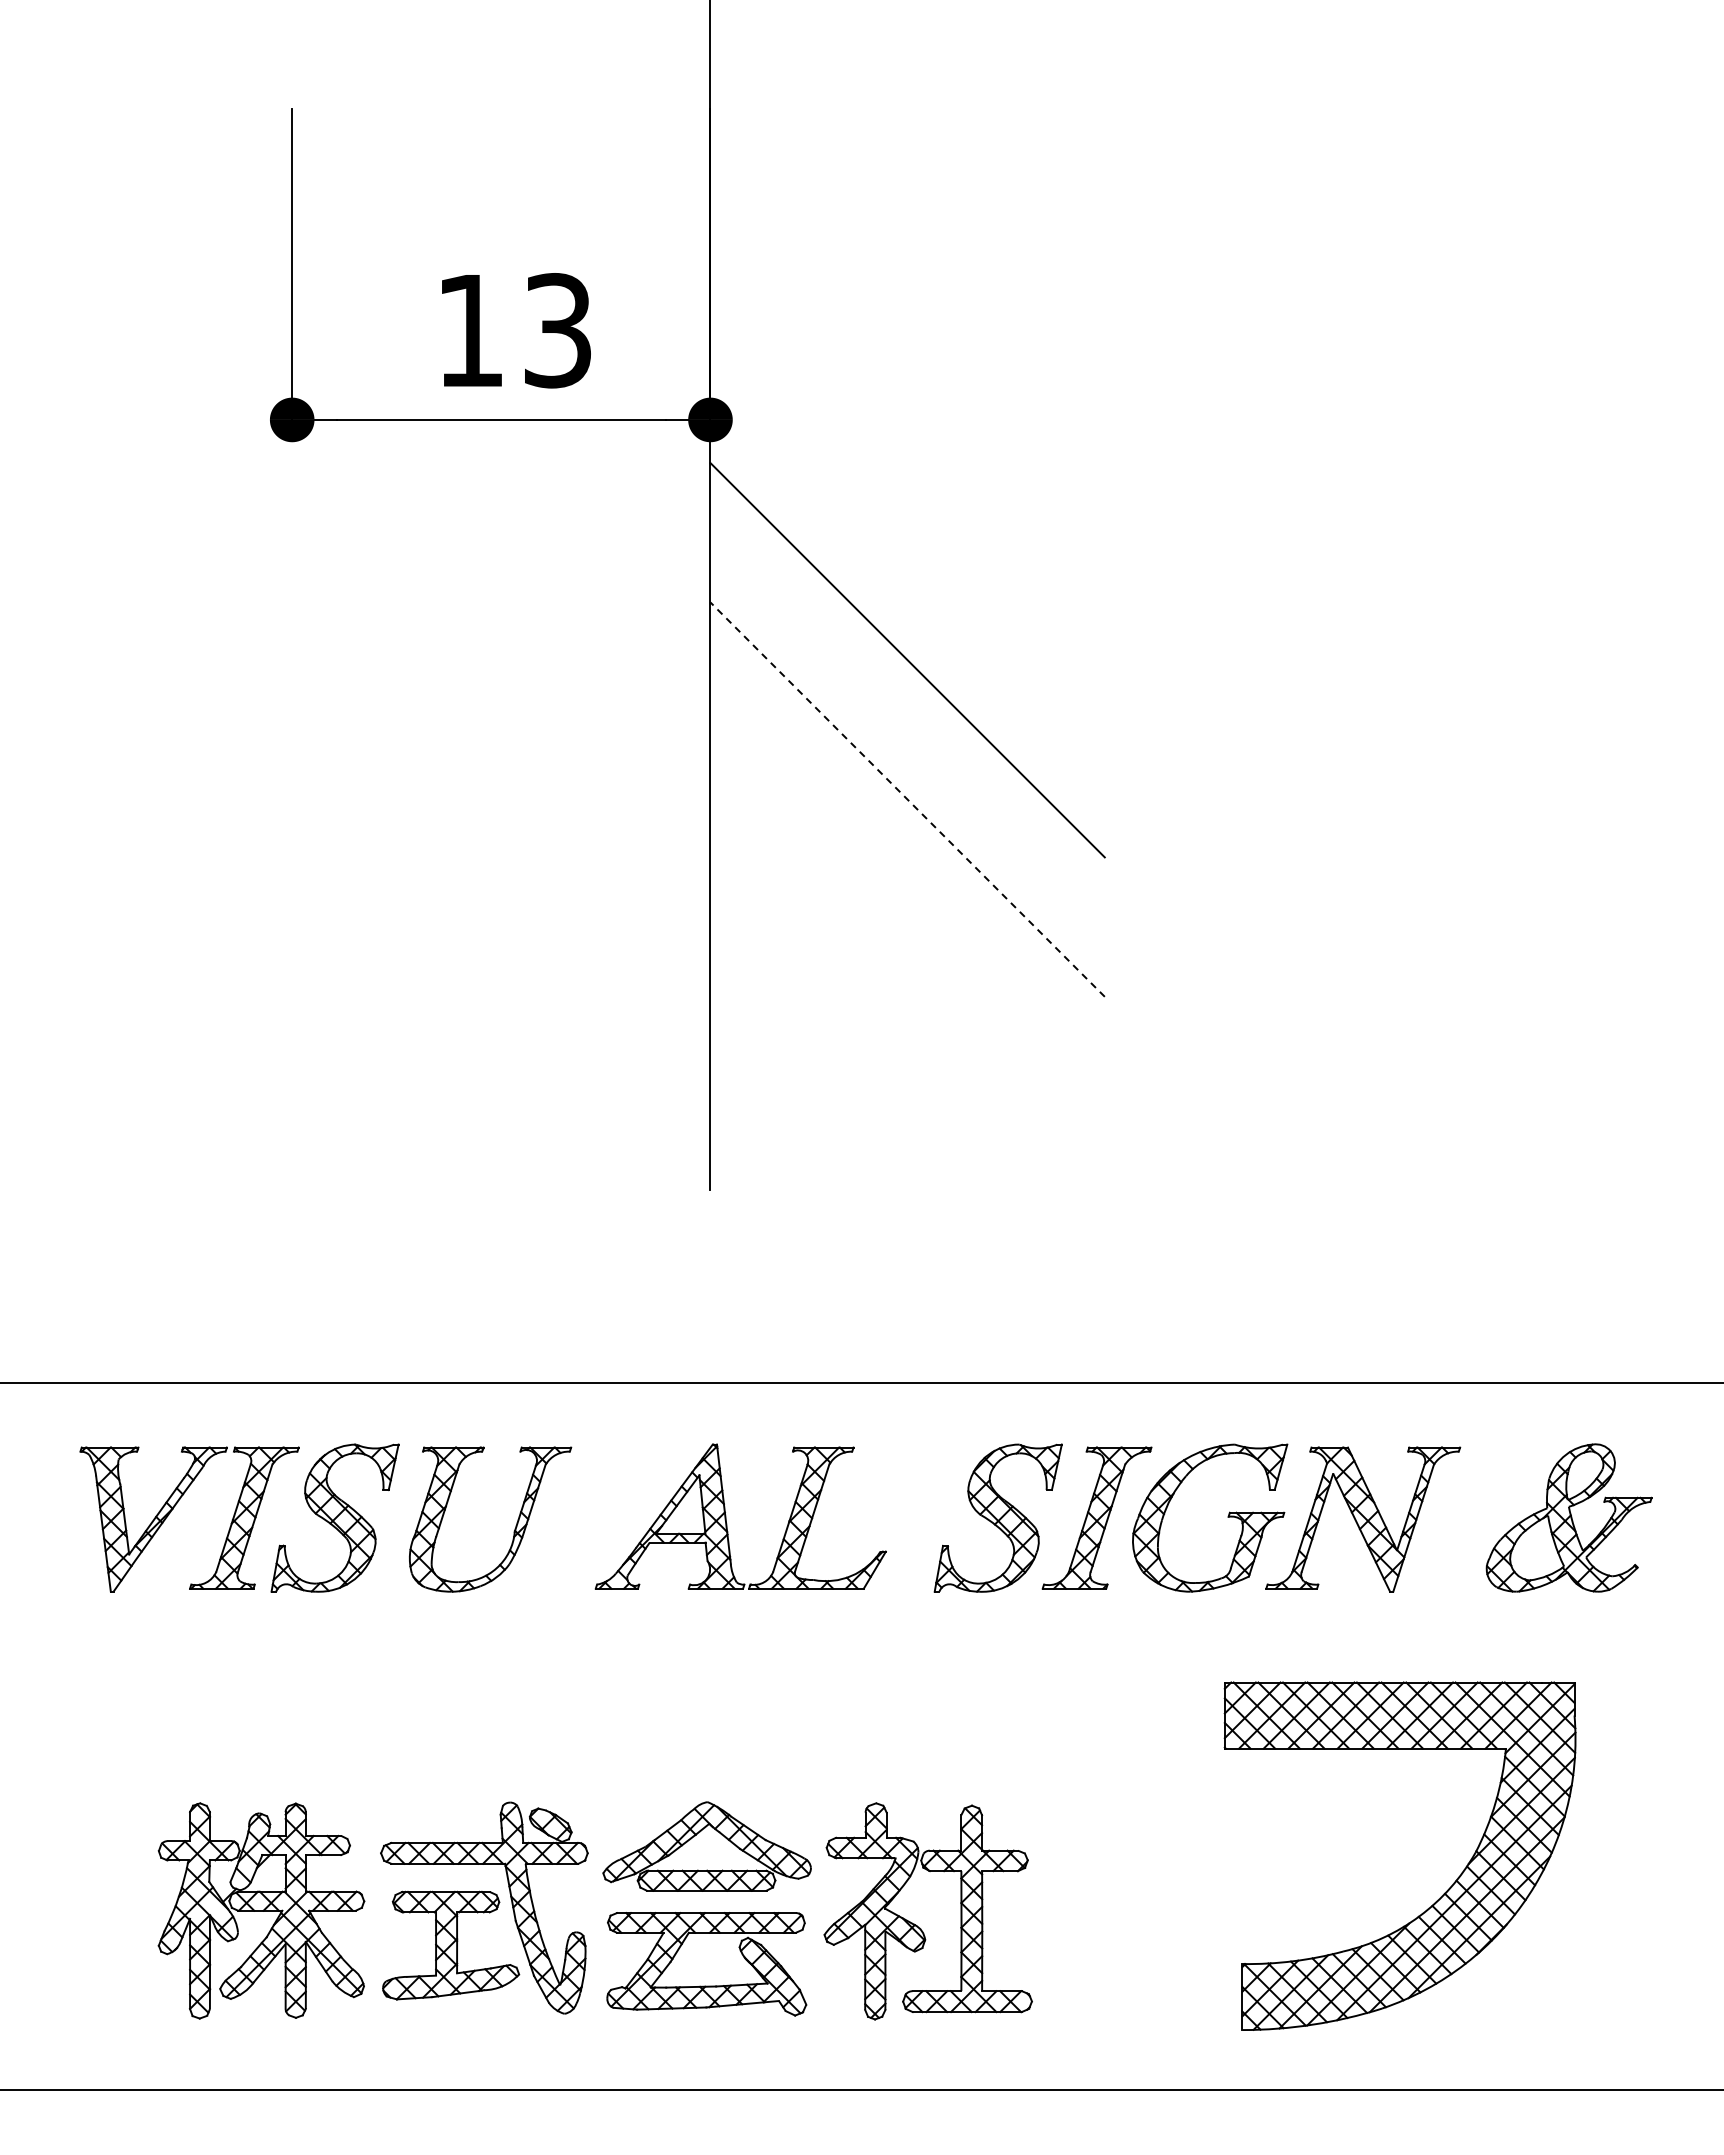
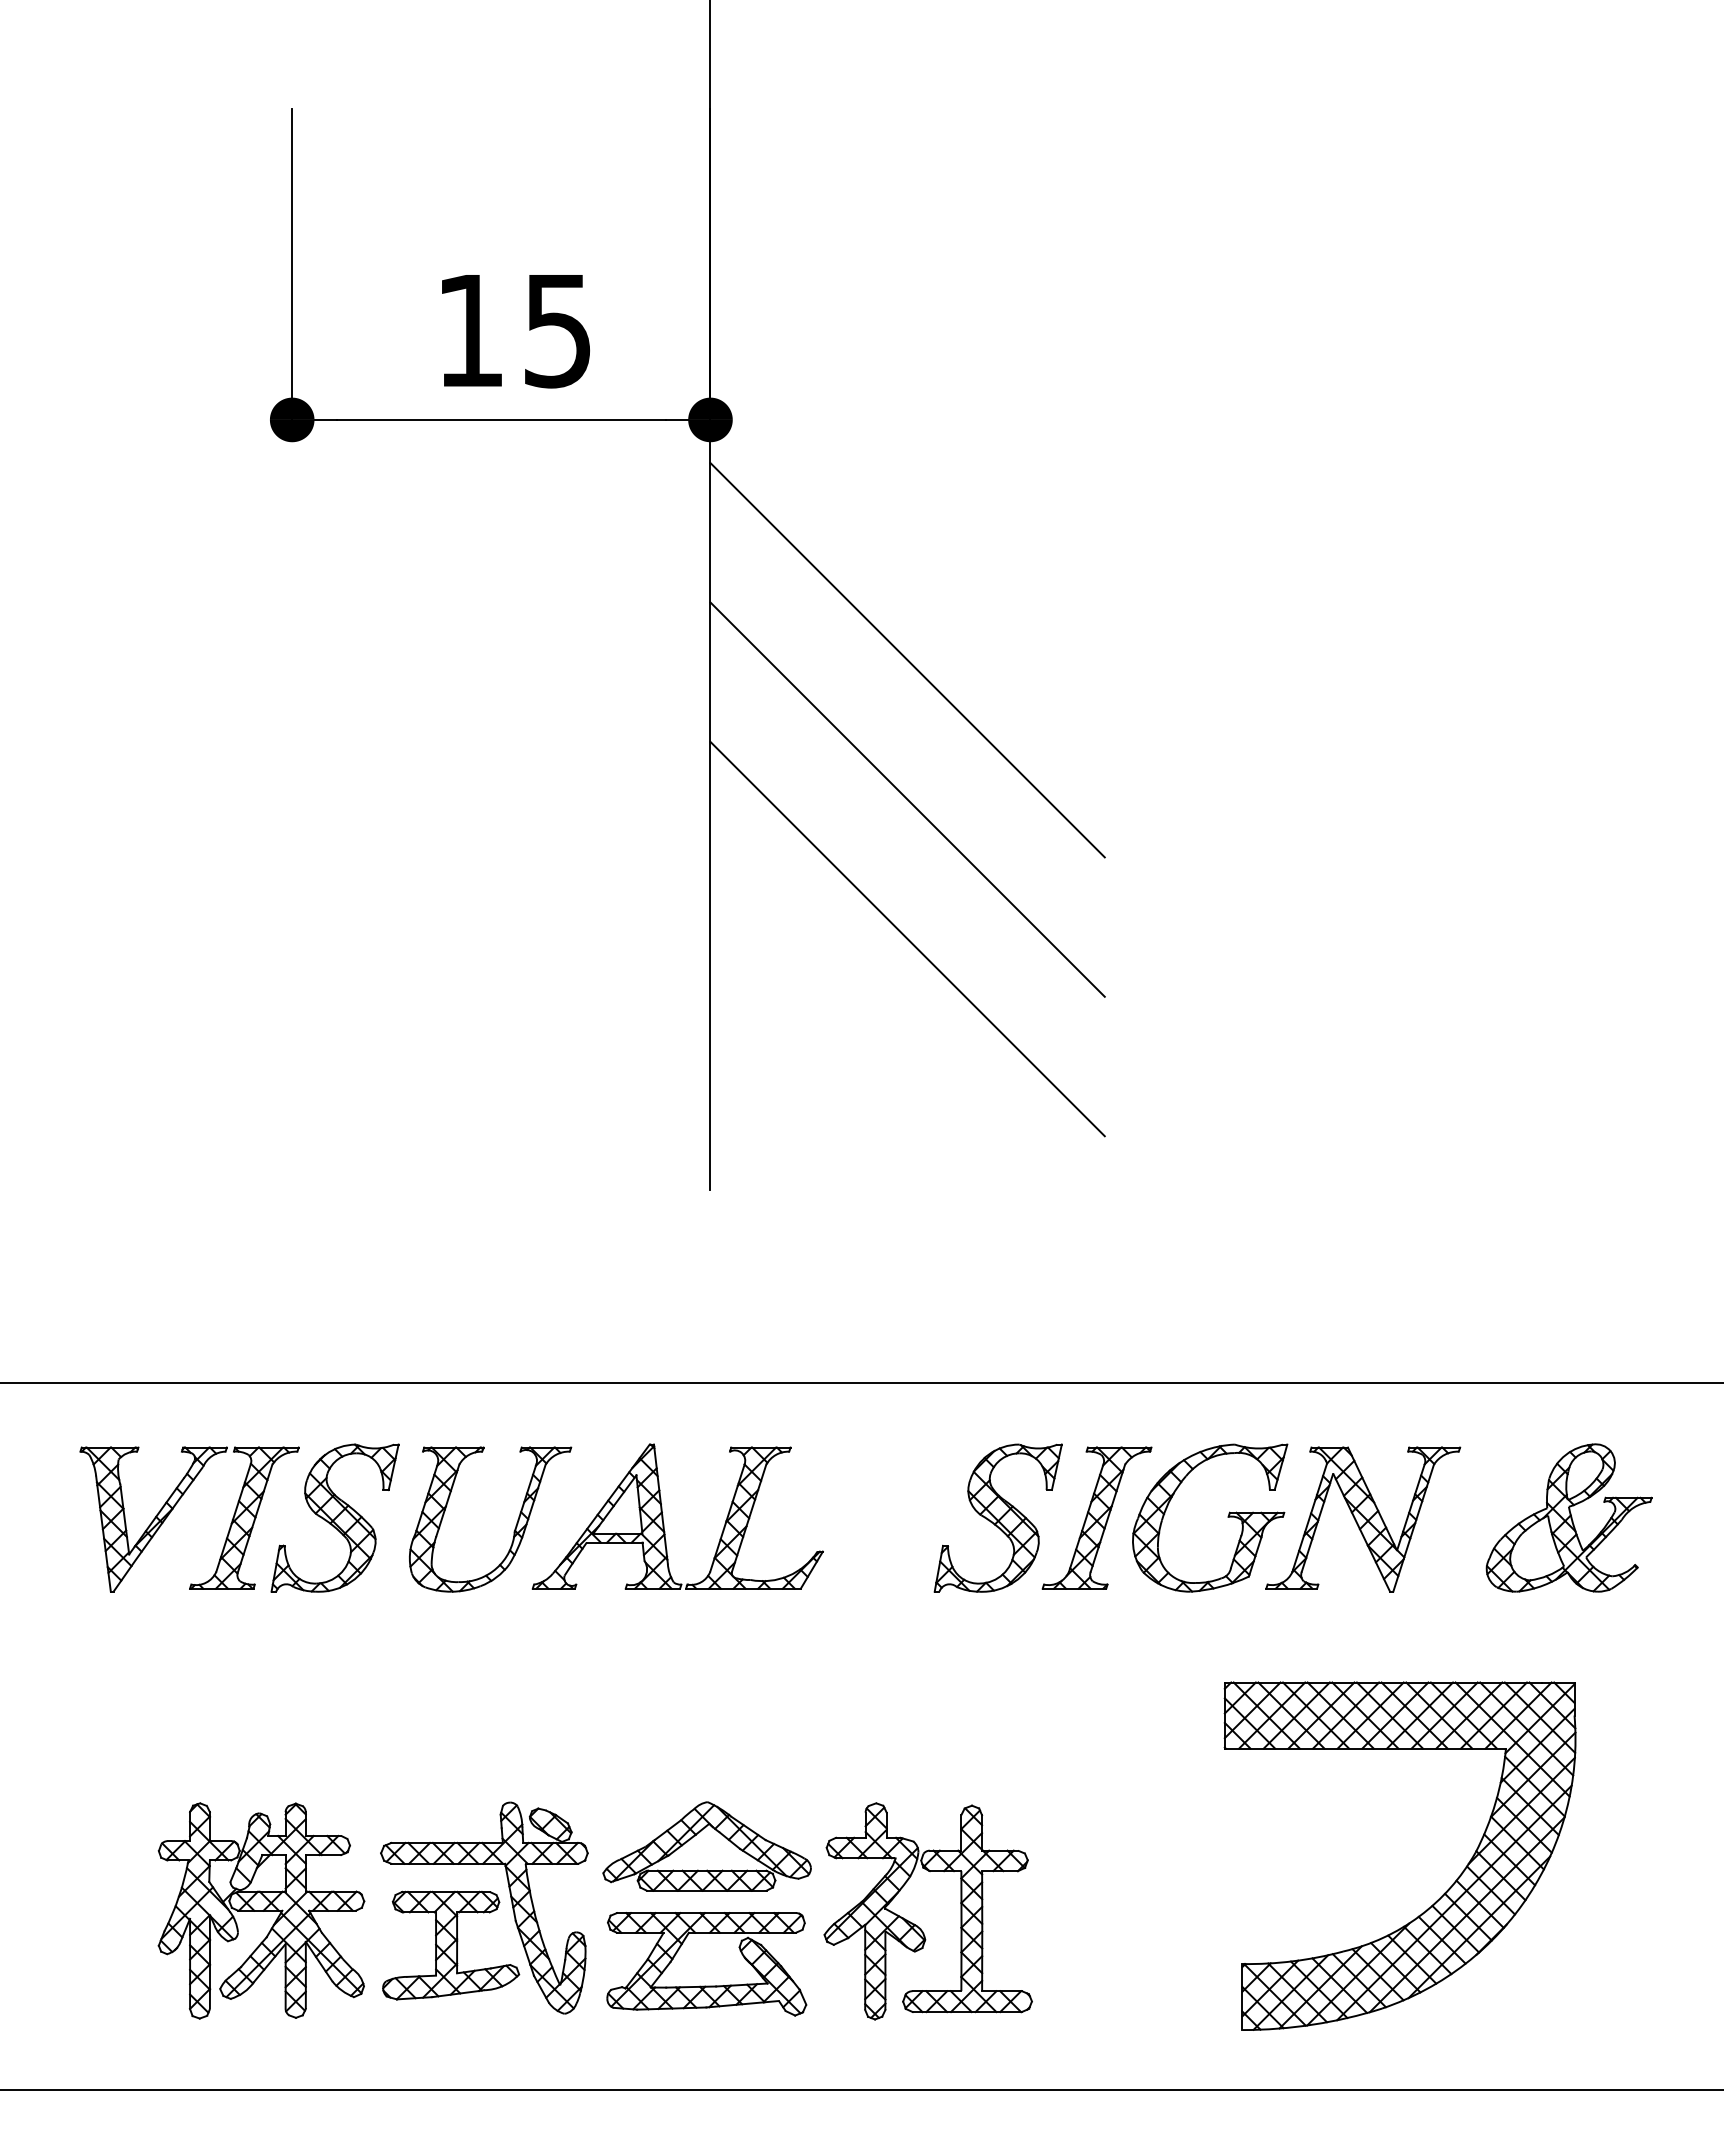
text at (557, 330): 13 -> 15
line at (907, 799): dashed -> solid
line at (907, 938): none -> present
part at (726, 1516) position: (726, 1516) -> (663, 1516)
